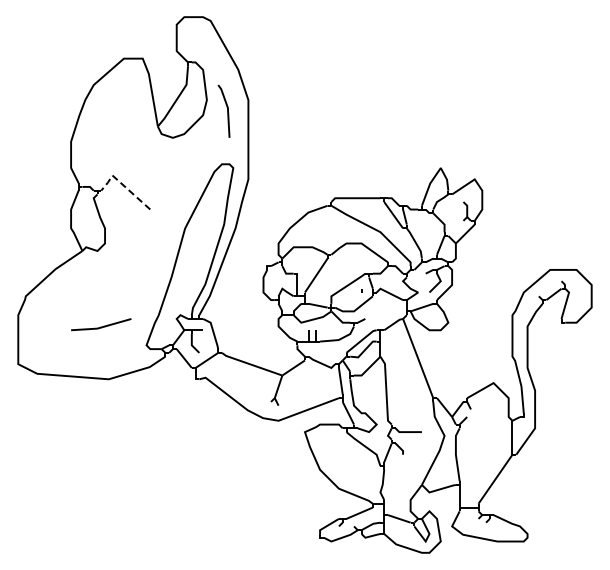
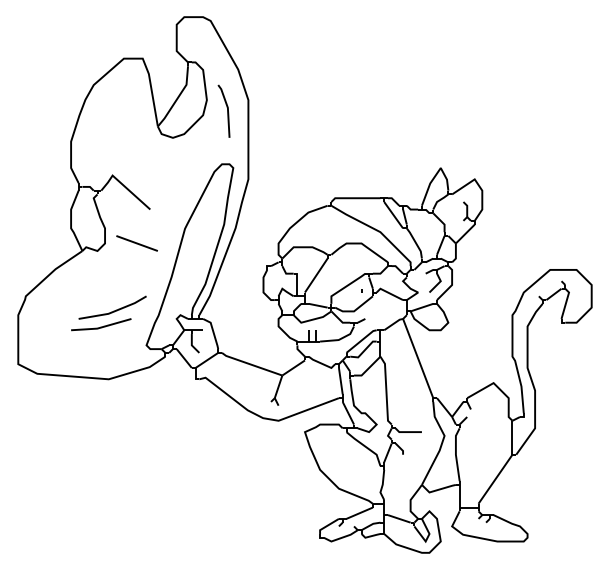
line at (122, 184): dashed -> solid
line at (136, 243): none -> present
line at (113, 310): none -> present
